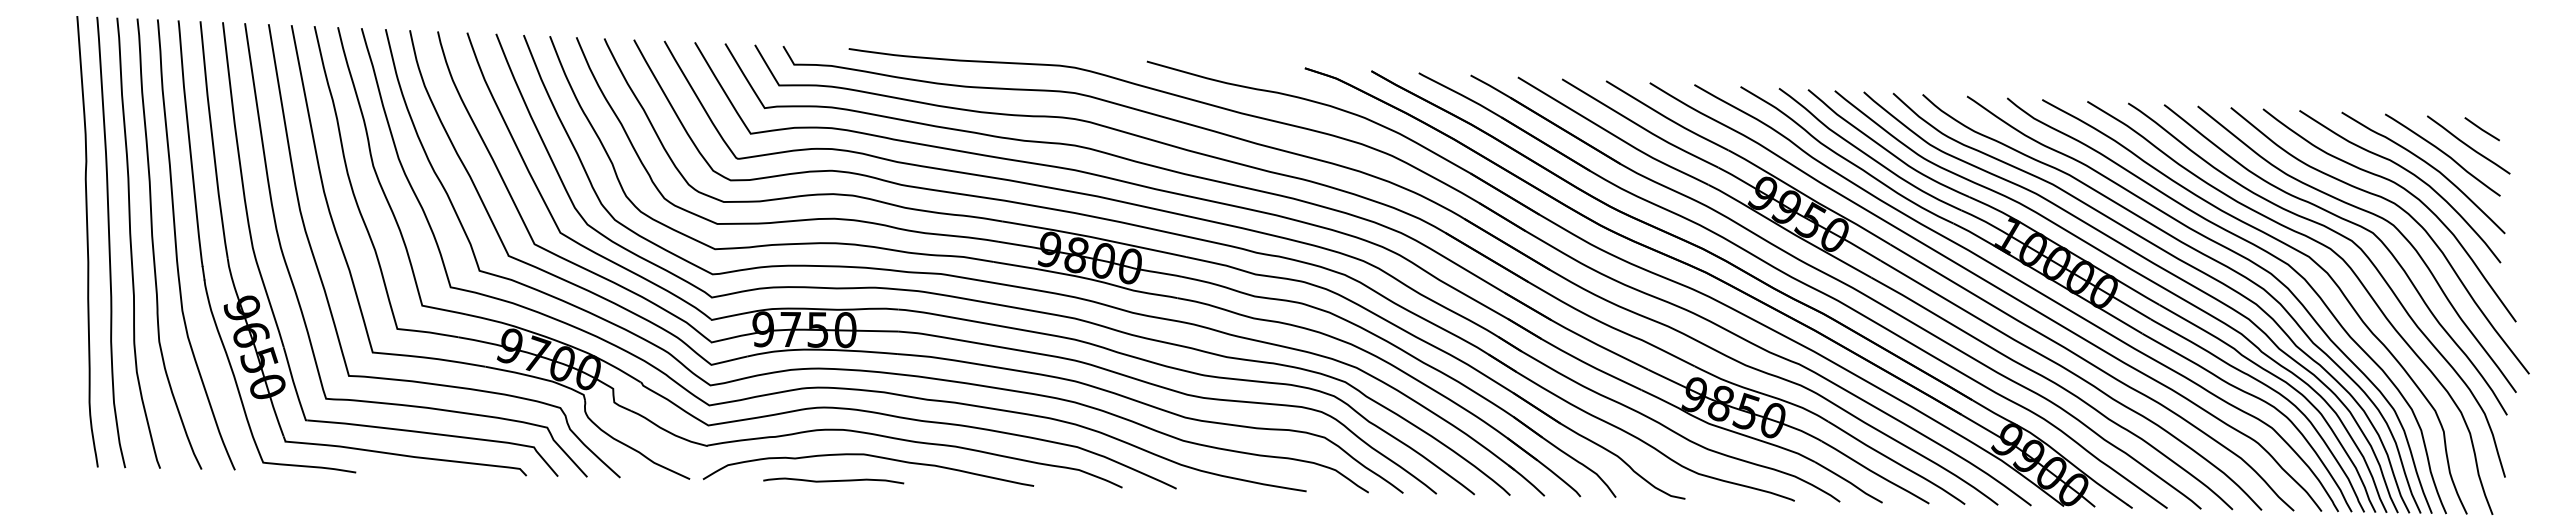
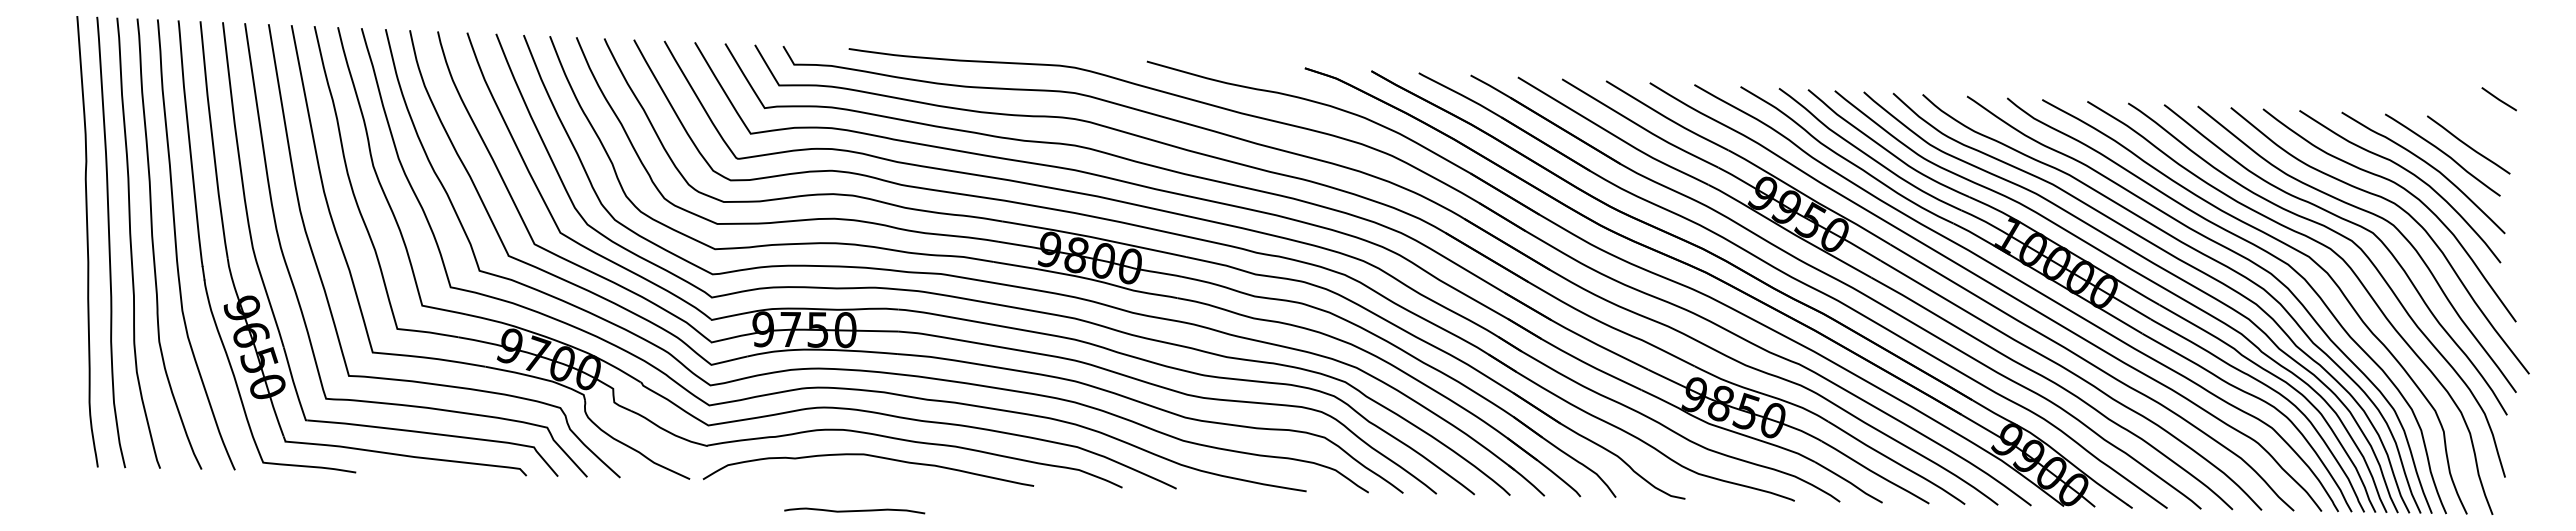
line at (2481, 129) position: (2481, 129) -> (2498, 99)
curve at (833, 480) position: (833, 480) -> (854, 510)
